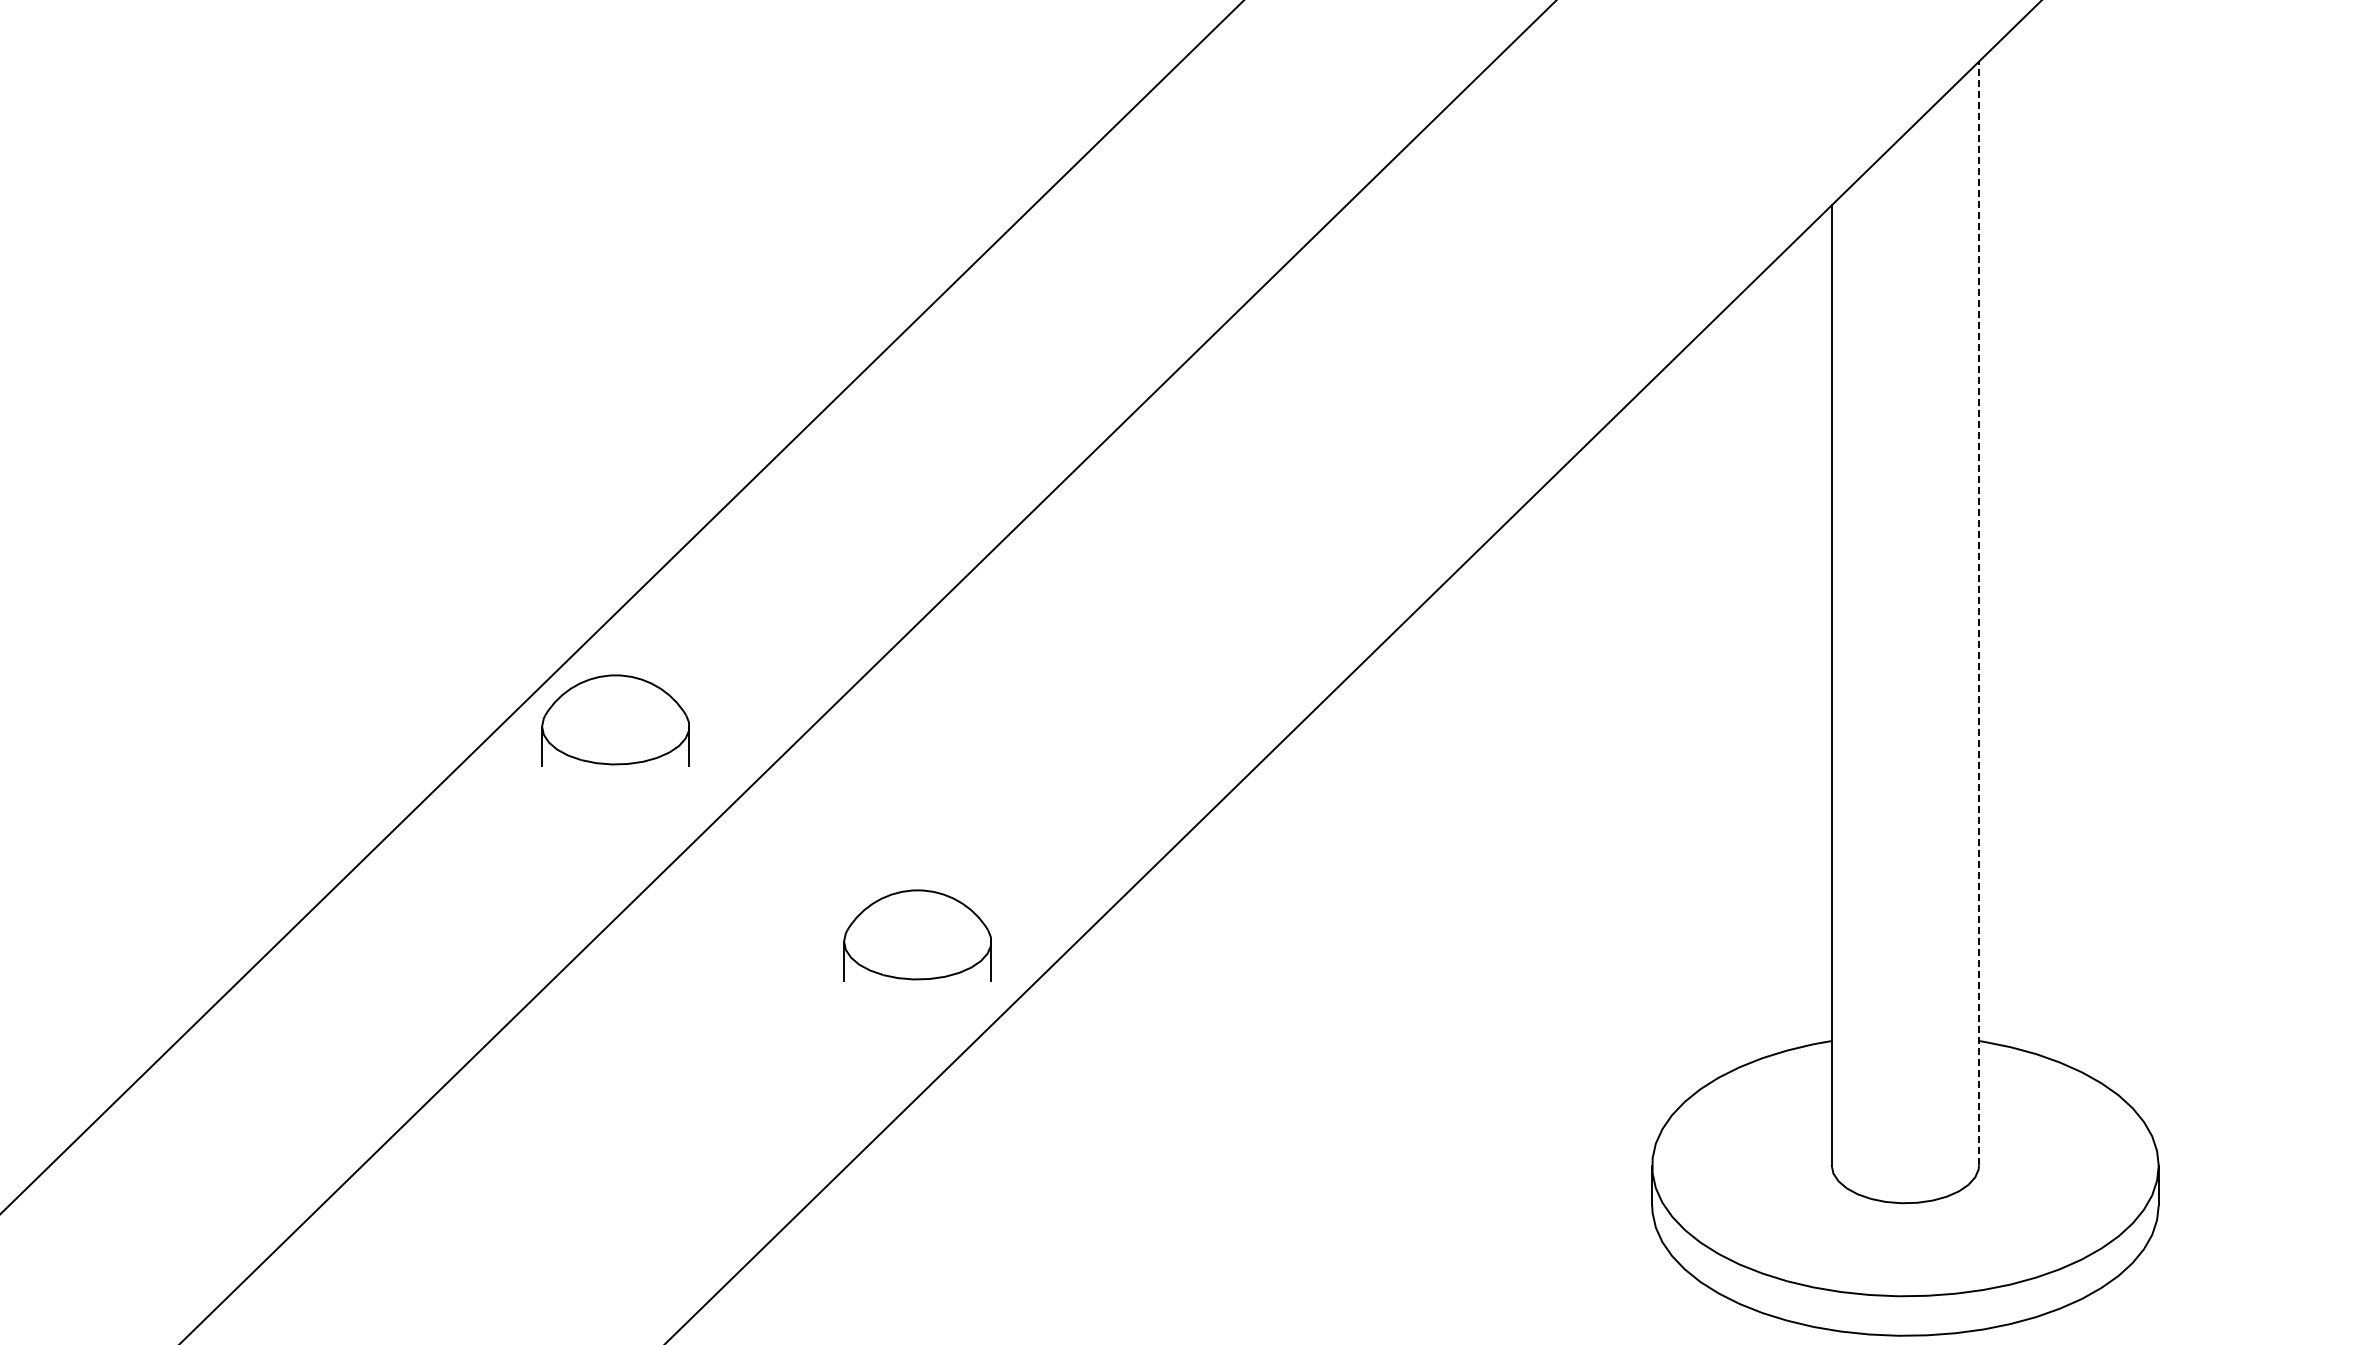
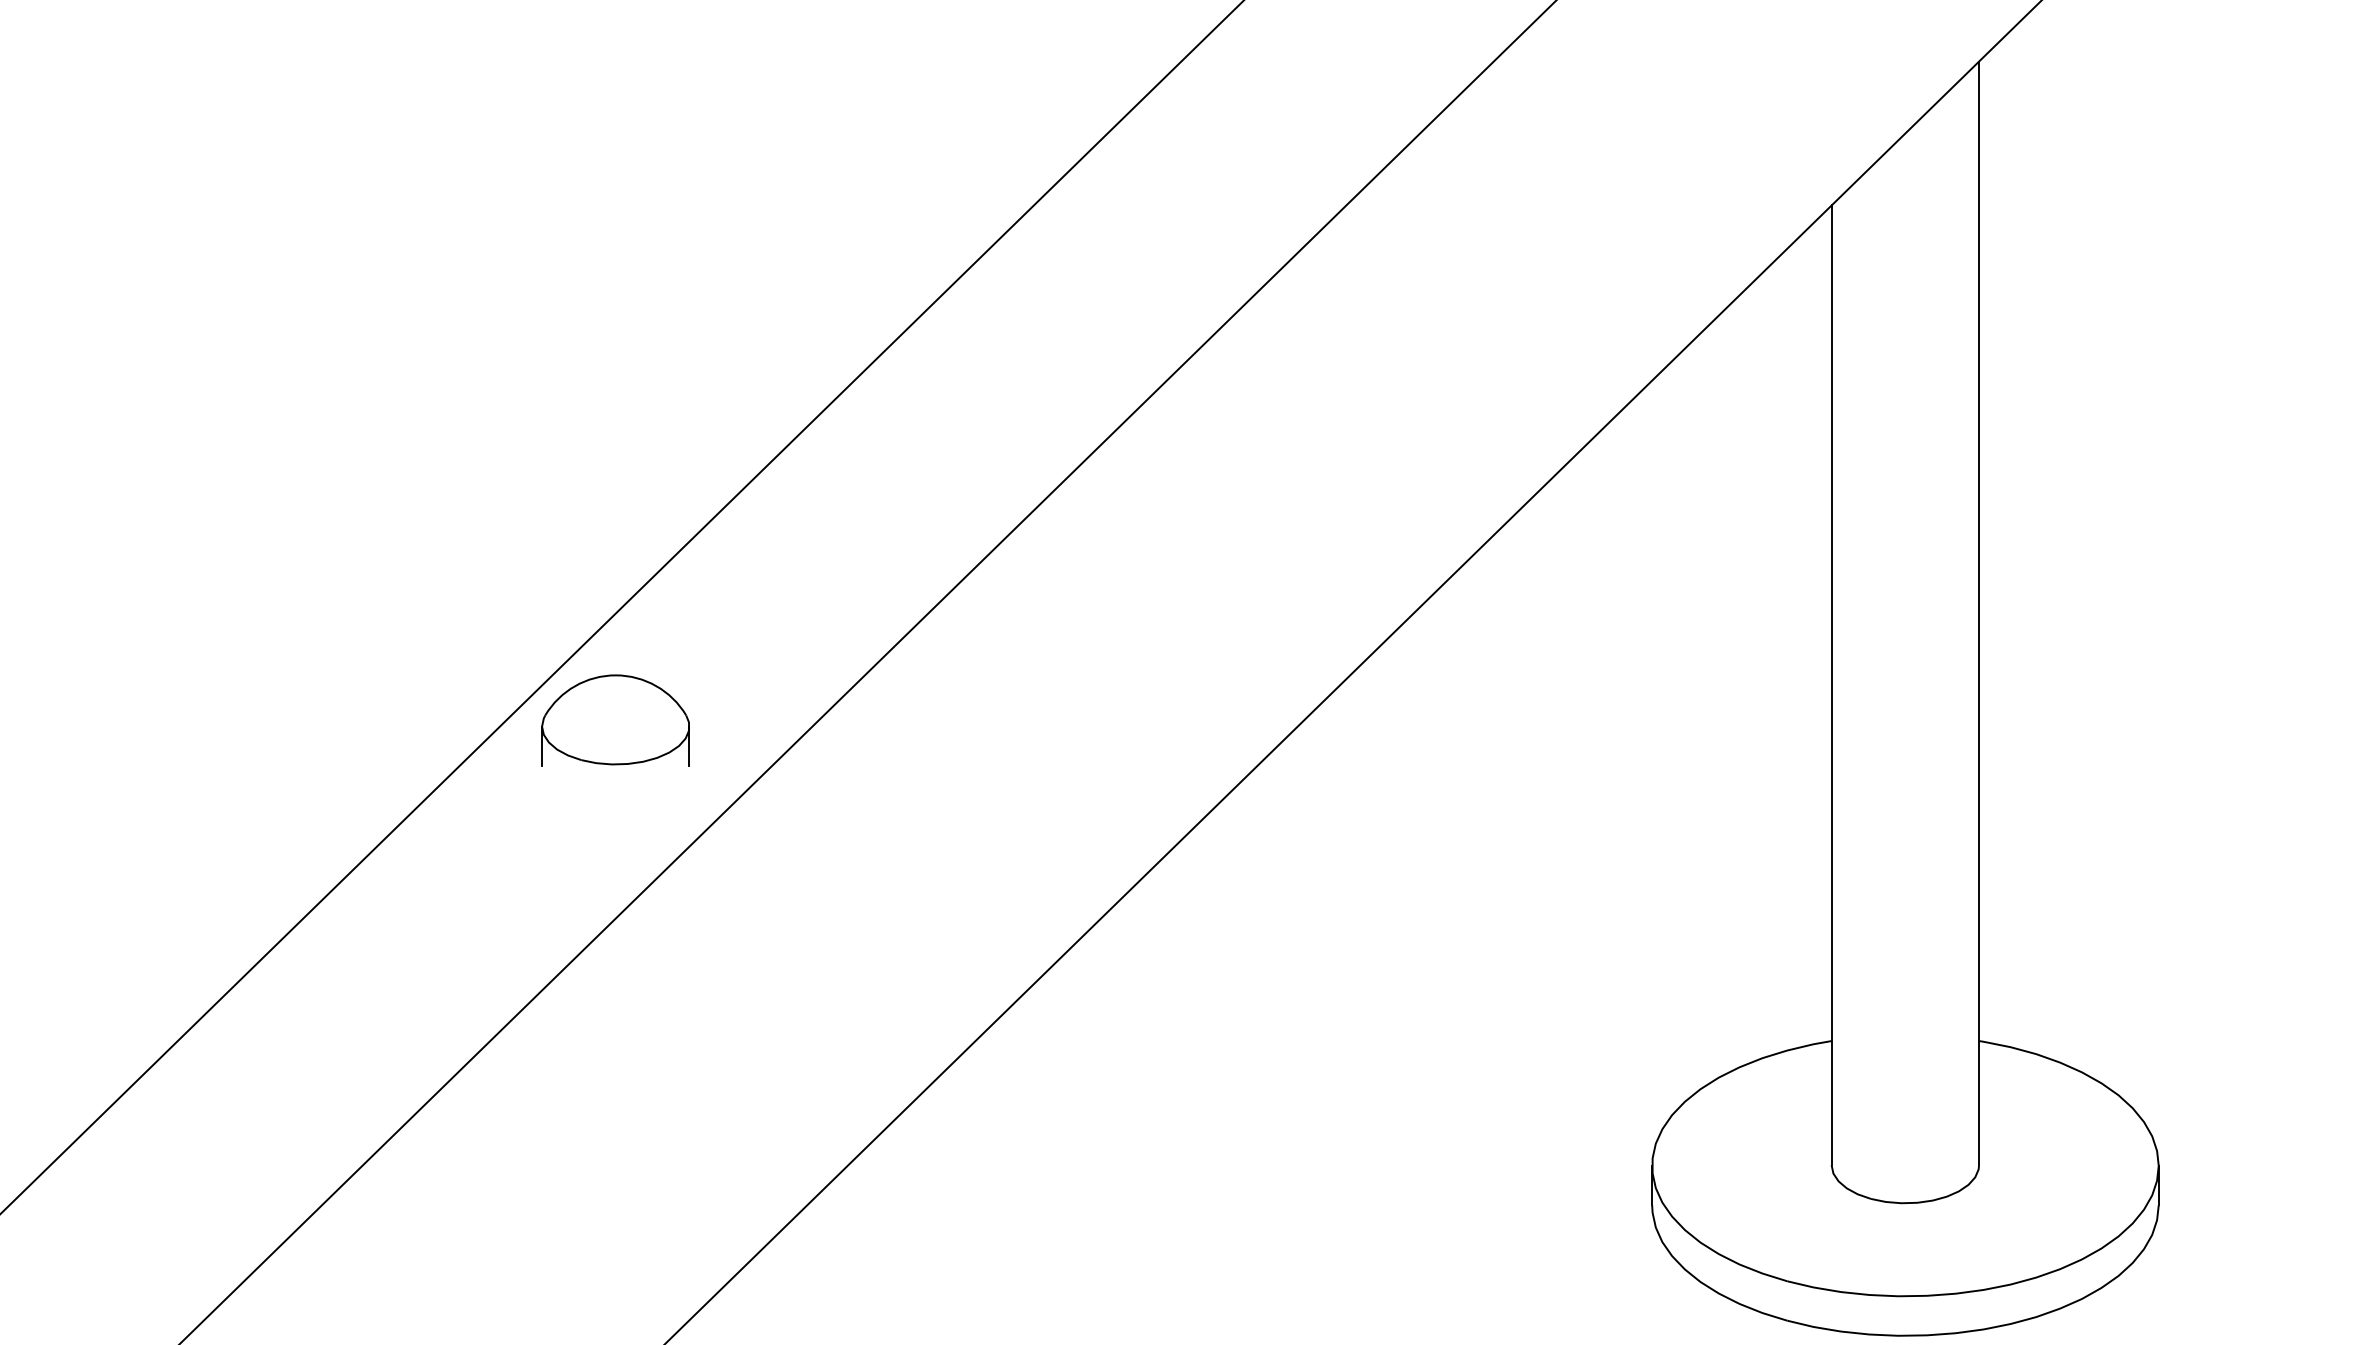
line at (1979, 613): dashed -> solid
part at (917, 935): present -> none
